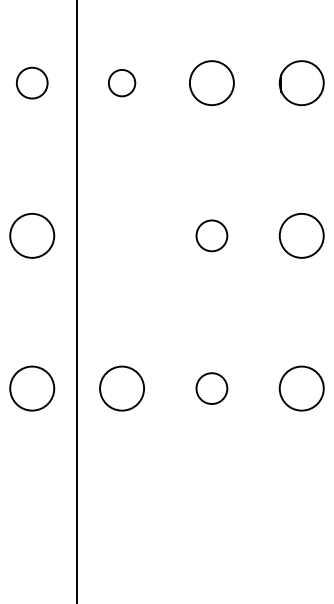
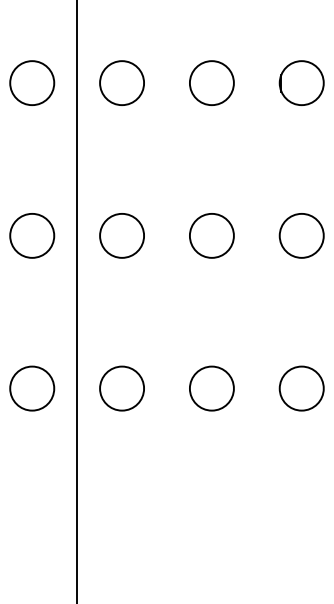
circle at (31, 82) diameter: 31 px -> 44 px
circle at (121, 82) diameter: 26 px -> 44 px
circle at (121, 235): none -> present
circle at (211, 235) diameter: 31 px -> 44 px
circle at (211, 388) diameter: 31 px -> 44 px
